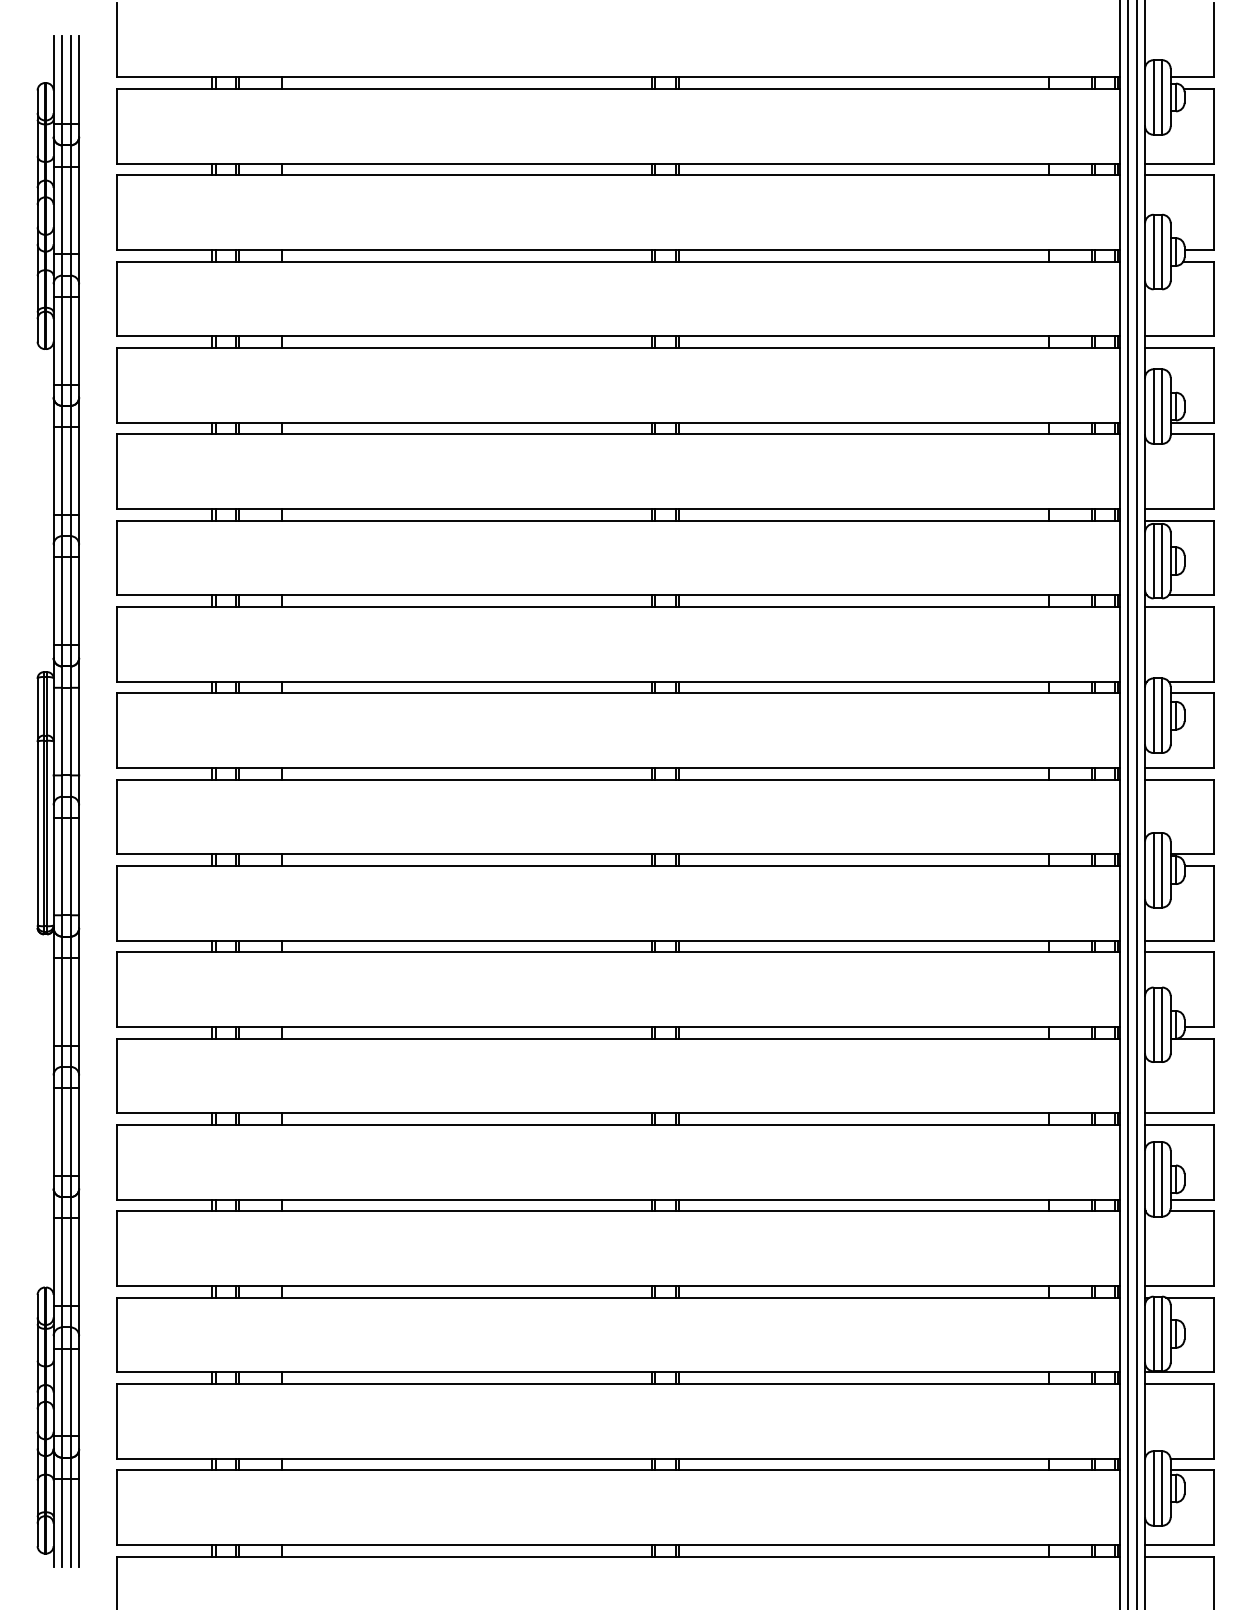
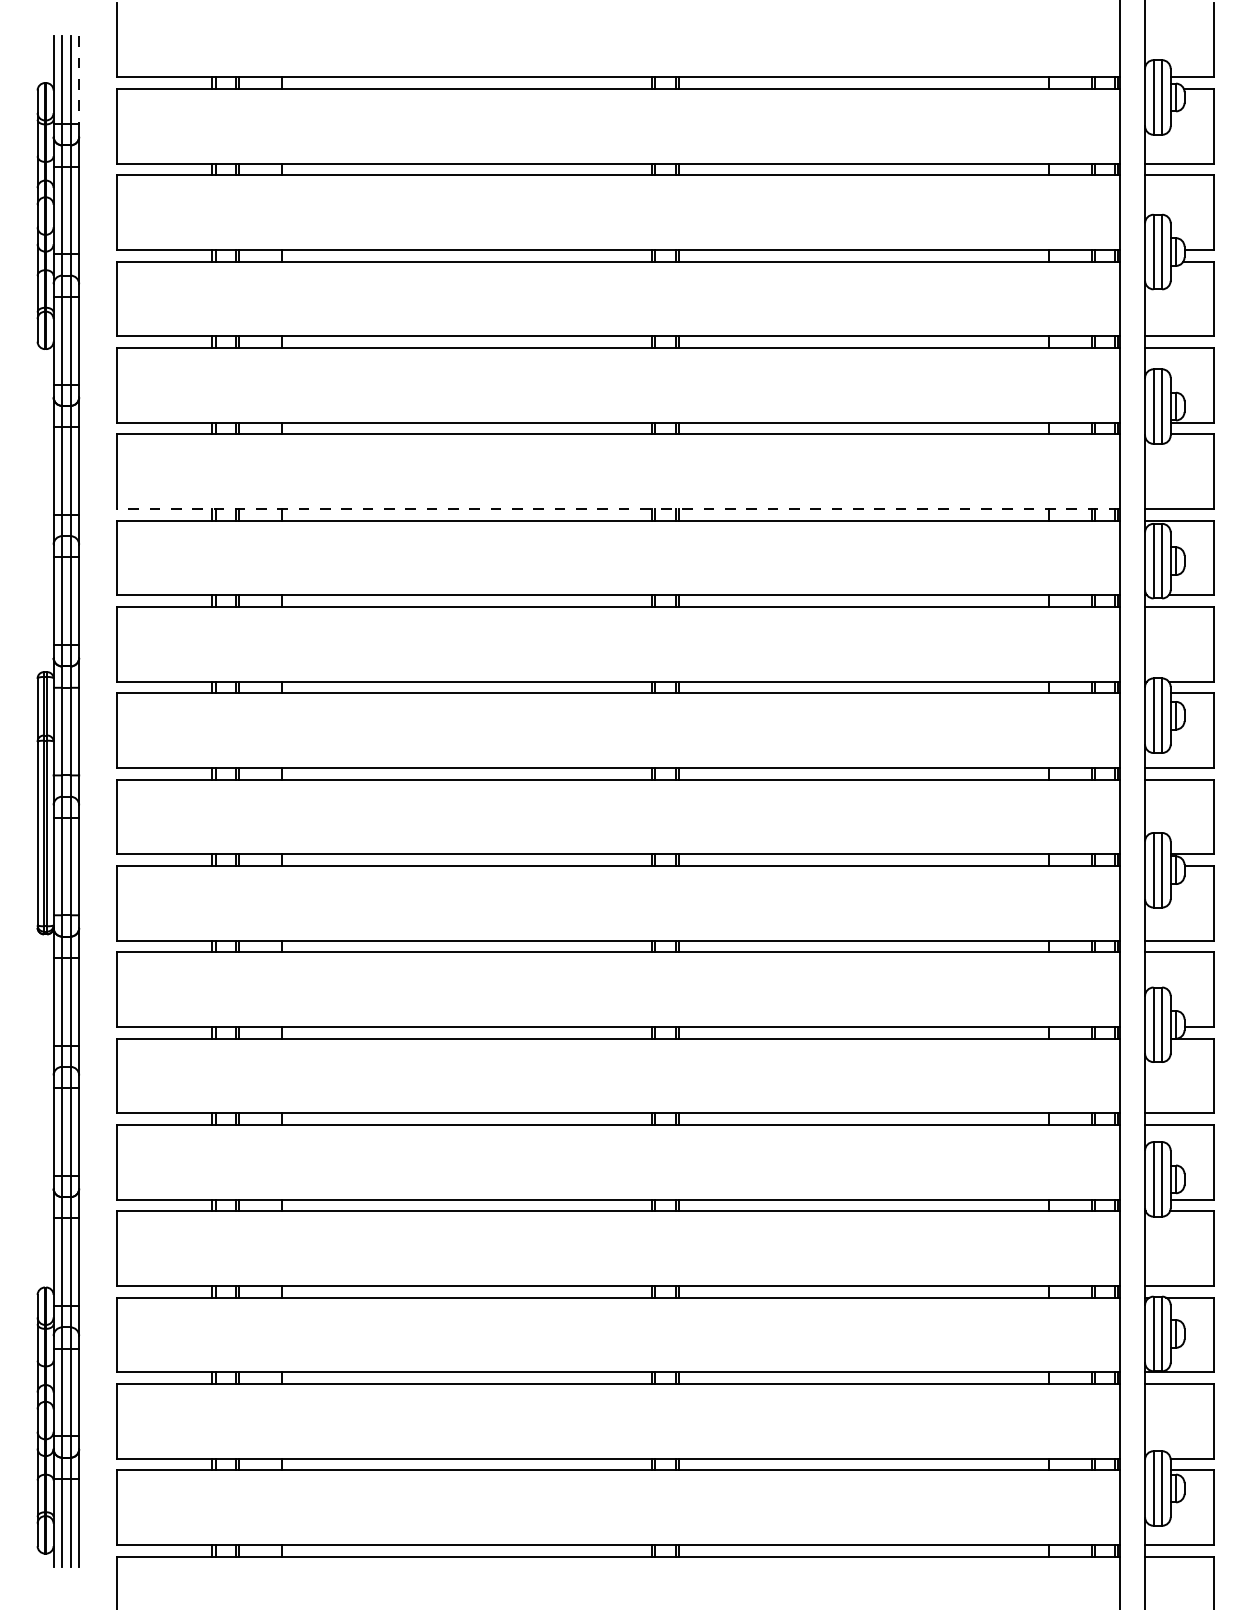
line at (79, 80): solid -> dashed
line at (618, 508): solid -> dashed
line at (1128, 804): present -> none
line at (1136, 804): present -> none
